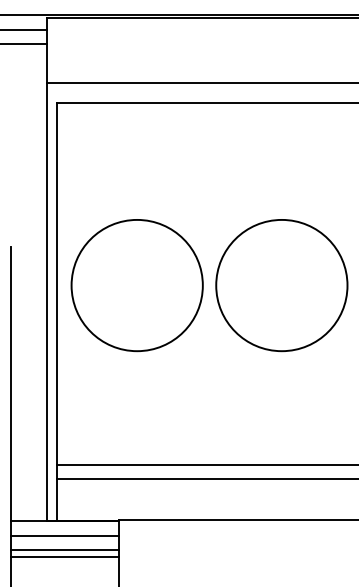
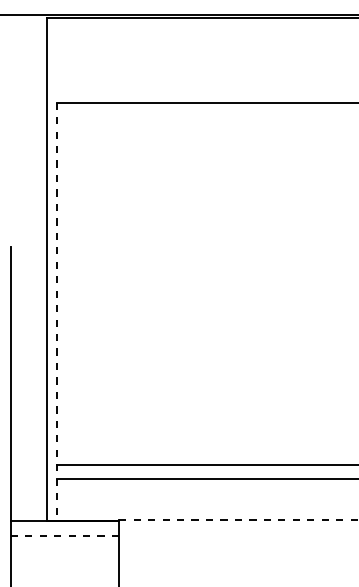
line at (24, 29): present -> none
line at (24, 44): present -> none
line at (200, 83): present -> none
circle at (136, 285): present -> none
circle at (281, 285): present -> none
line at (57, 312): solid -> dashed
line at (238, 520): solid -> dashed
line at (64, 535): solid -> dashed
line at (64, 550): present -> none
line at (64, 557): present -> none
